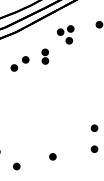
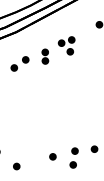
part at (65, 34) position: (65, 34) -> (66, 45)
part at (94, 127): present -> none
part at (73, 157): none -> present
